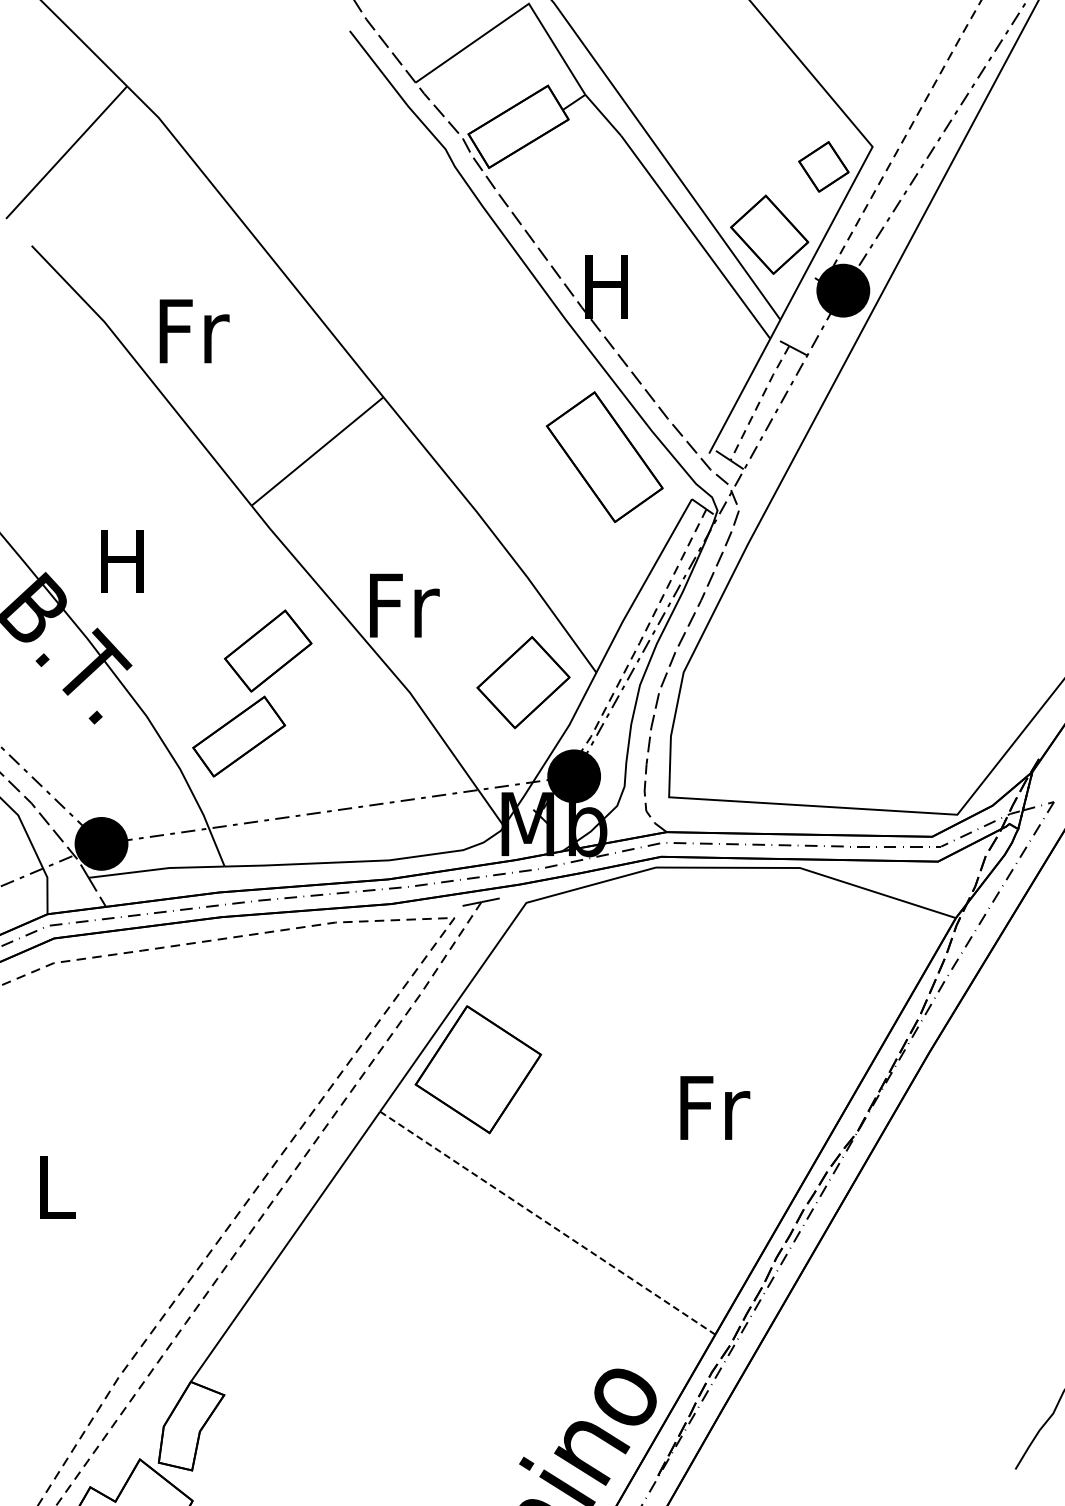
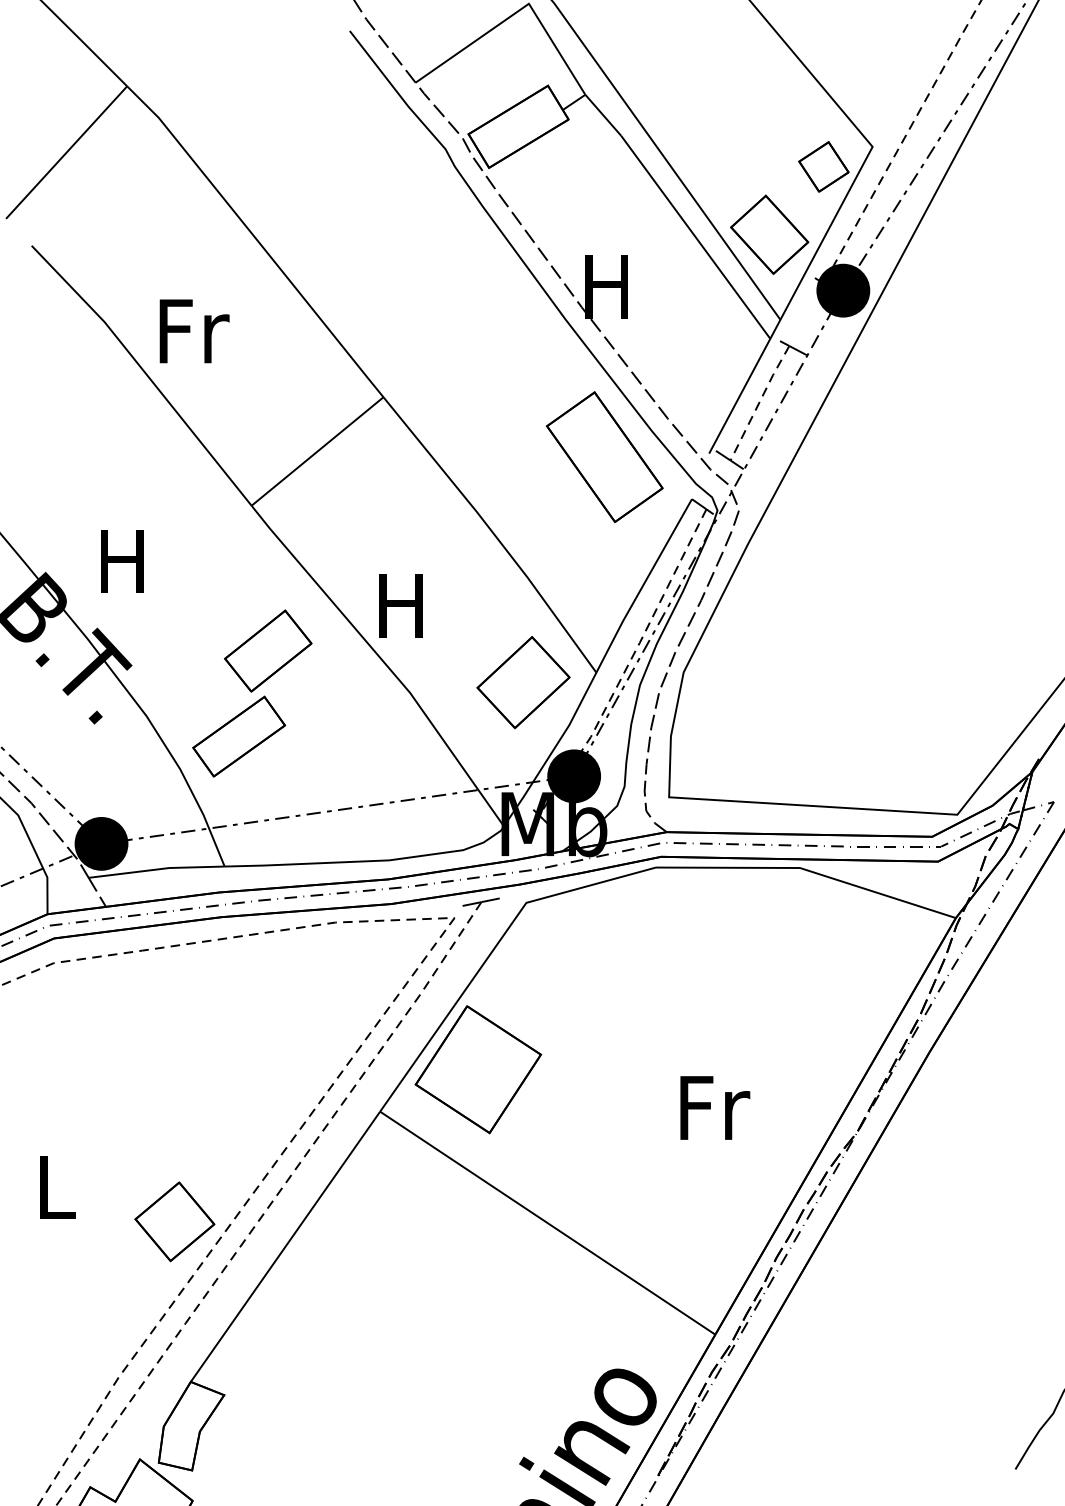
text at (404, 605): Fr -> H
part at (174, 1221): none -> present
line at (548, 1223): dashed -> solid
